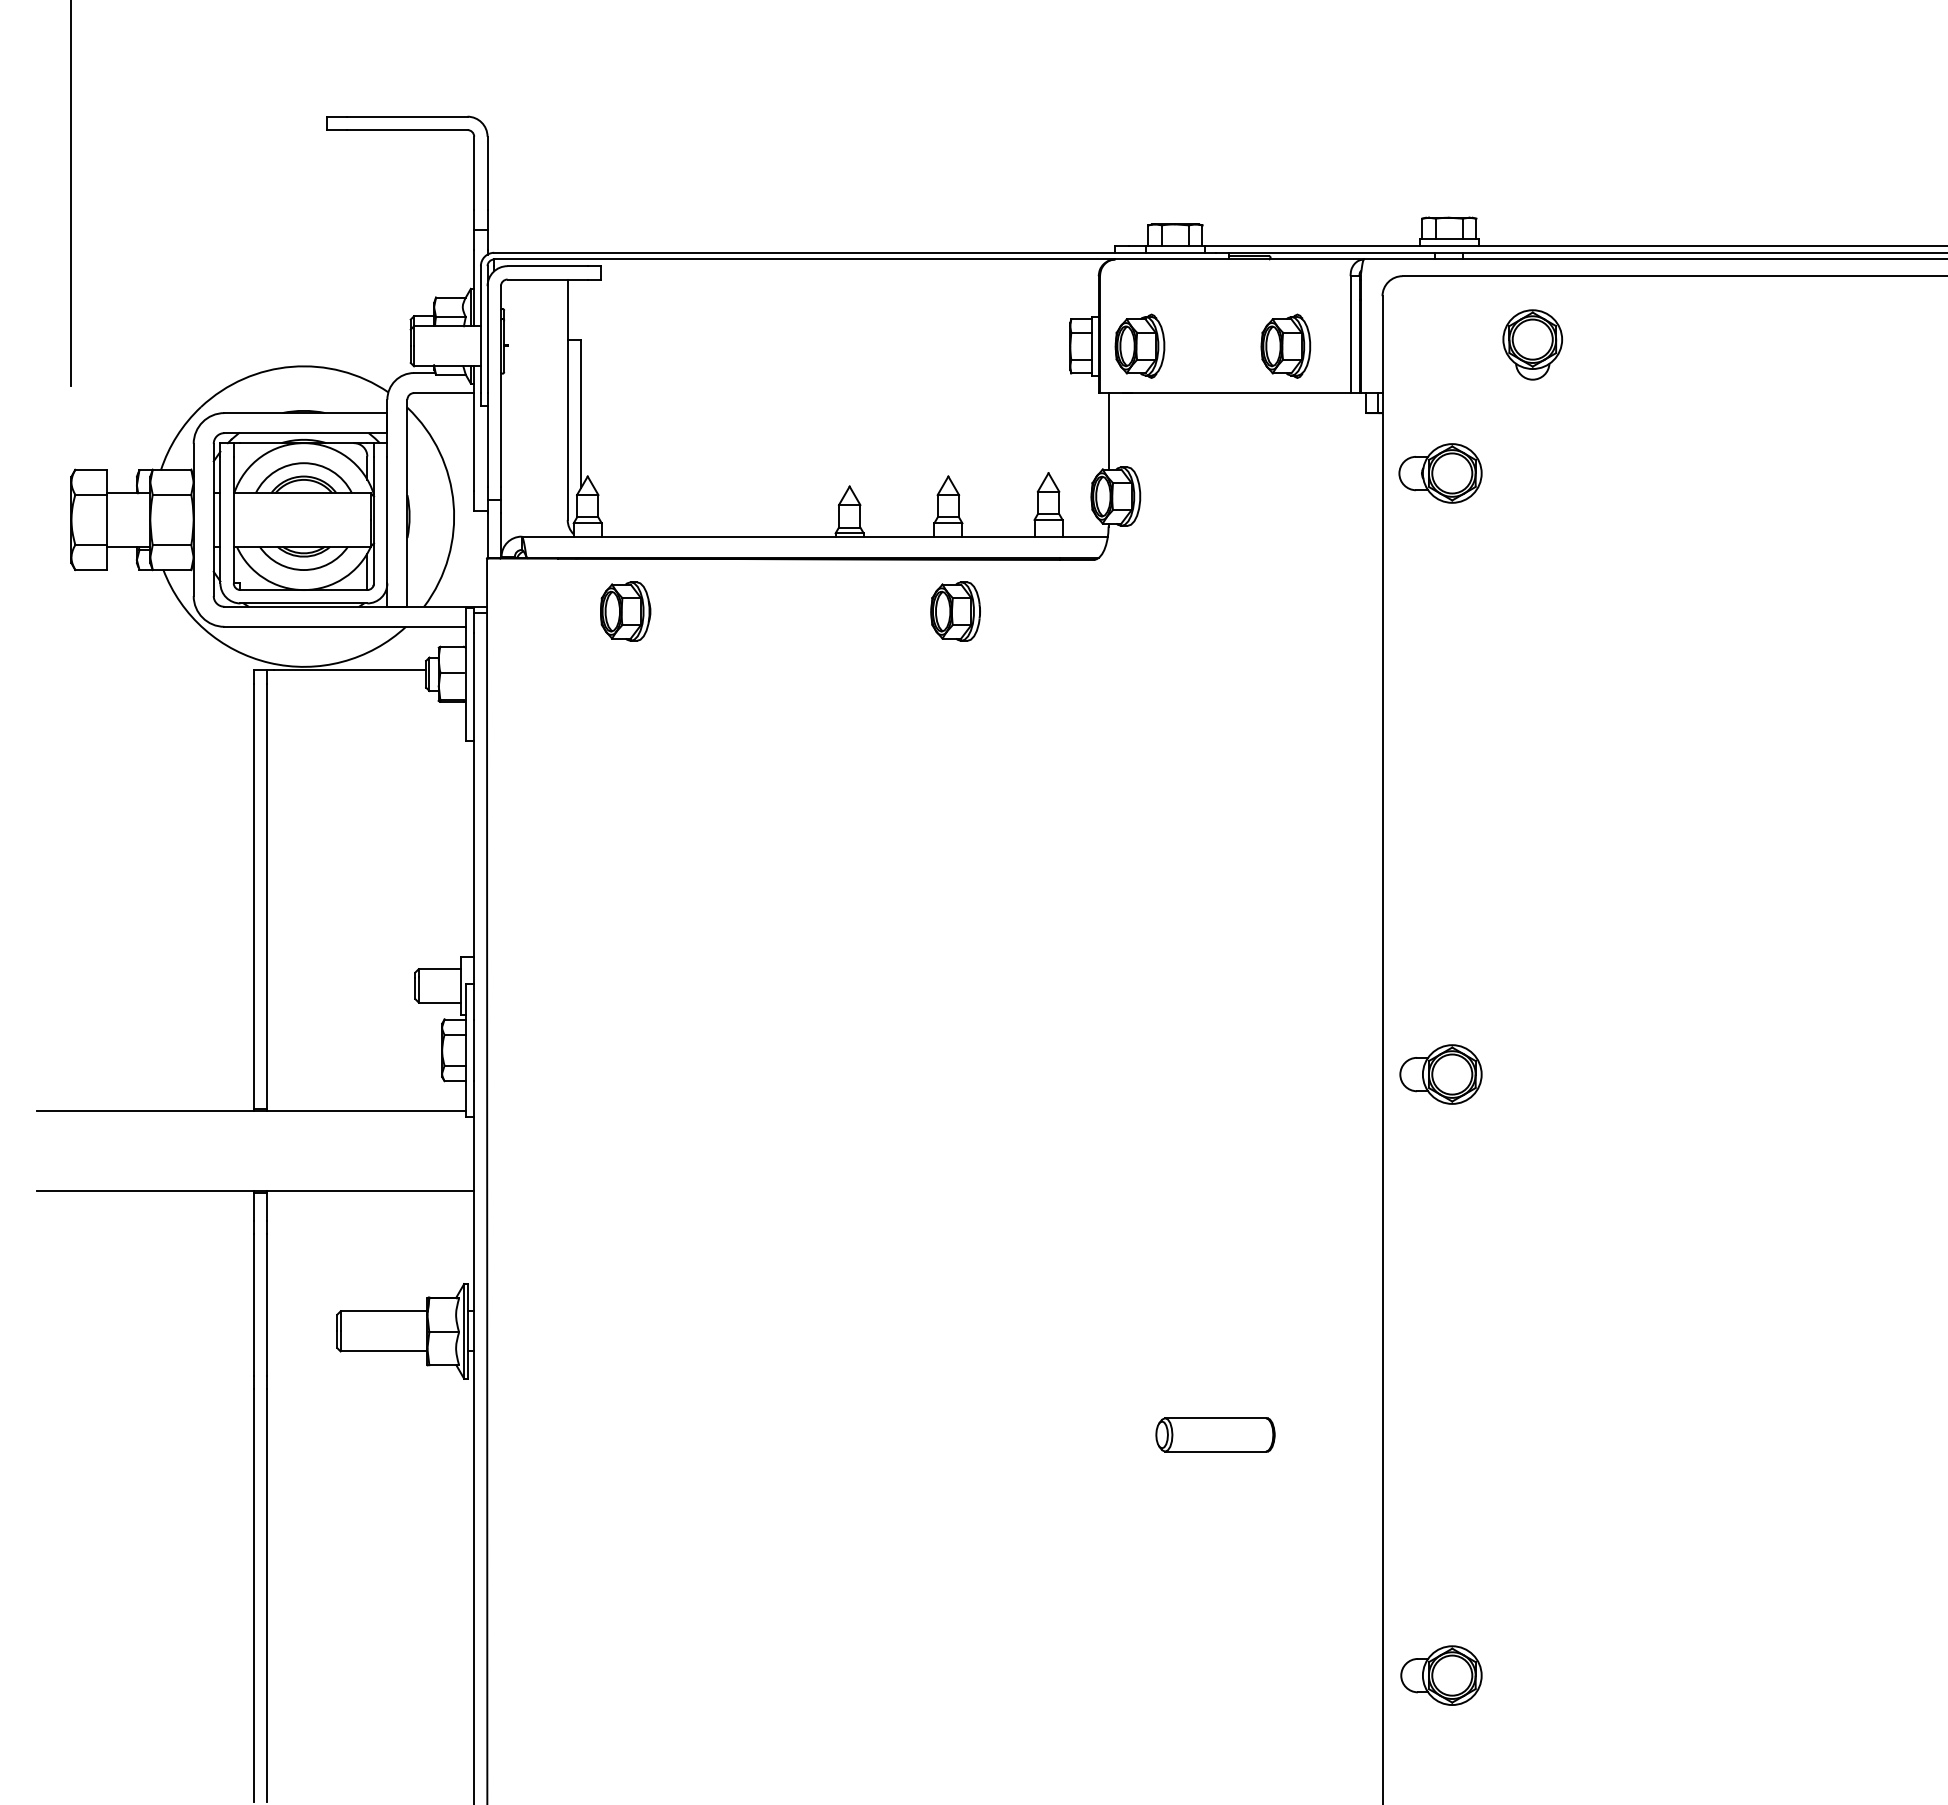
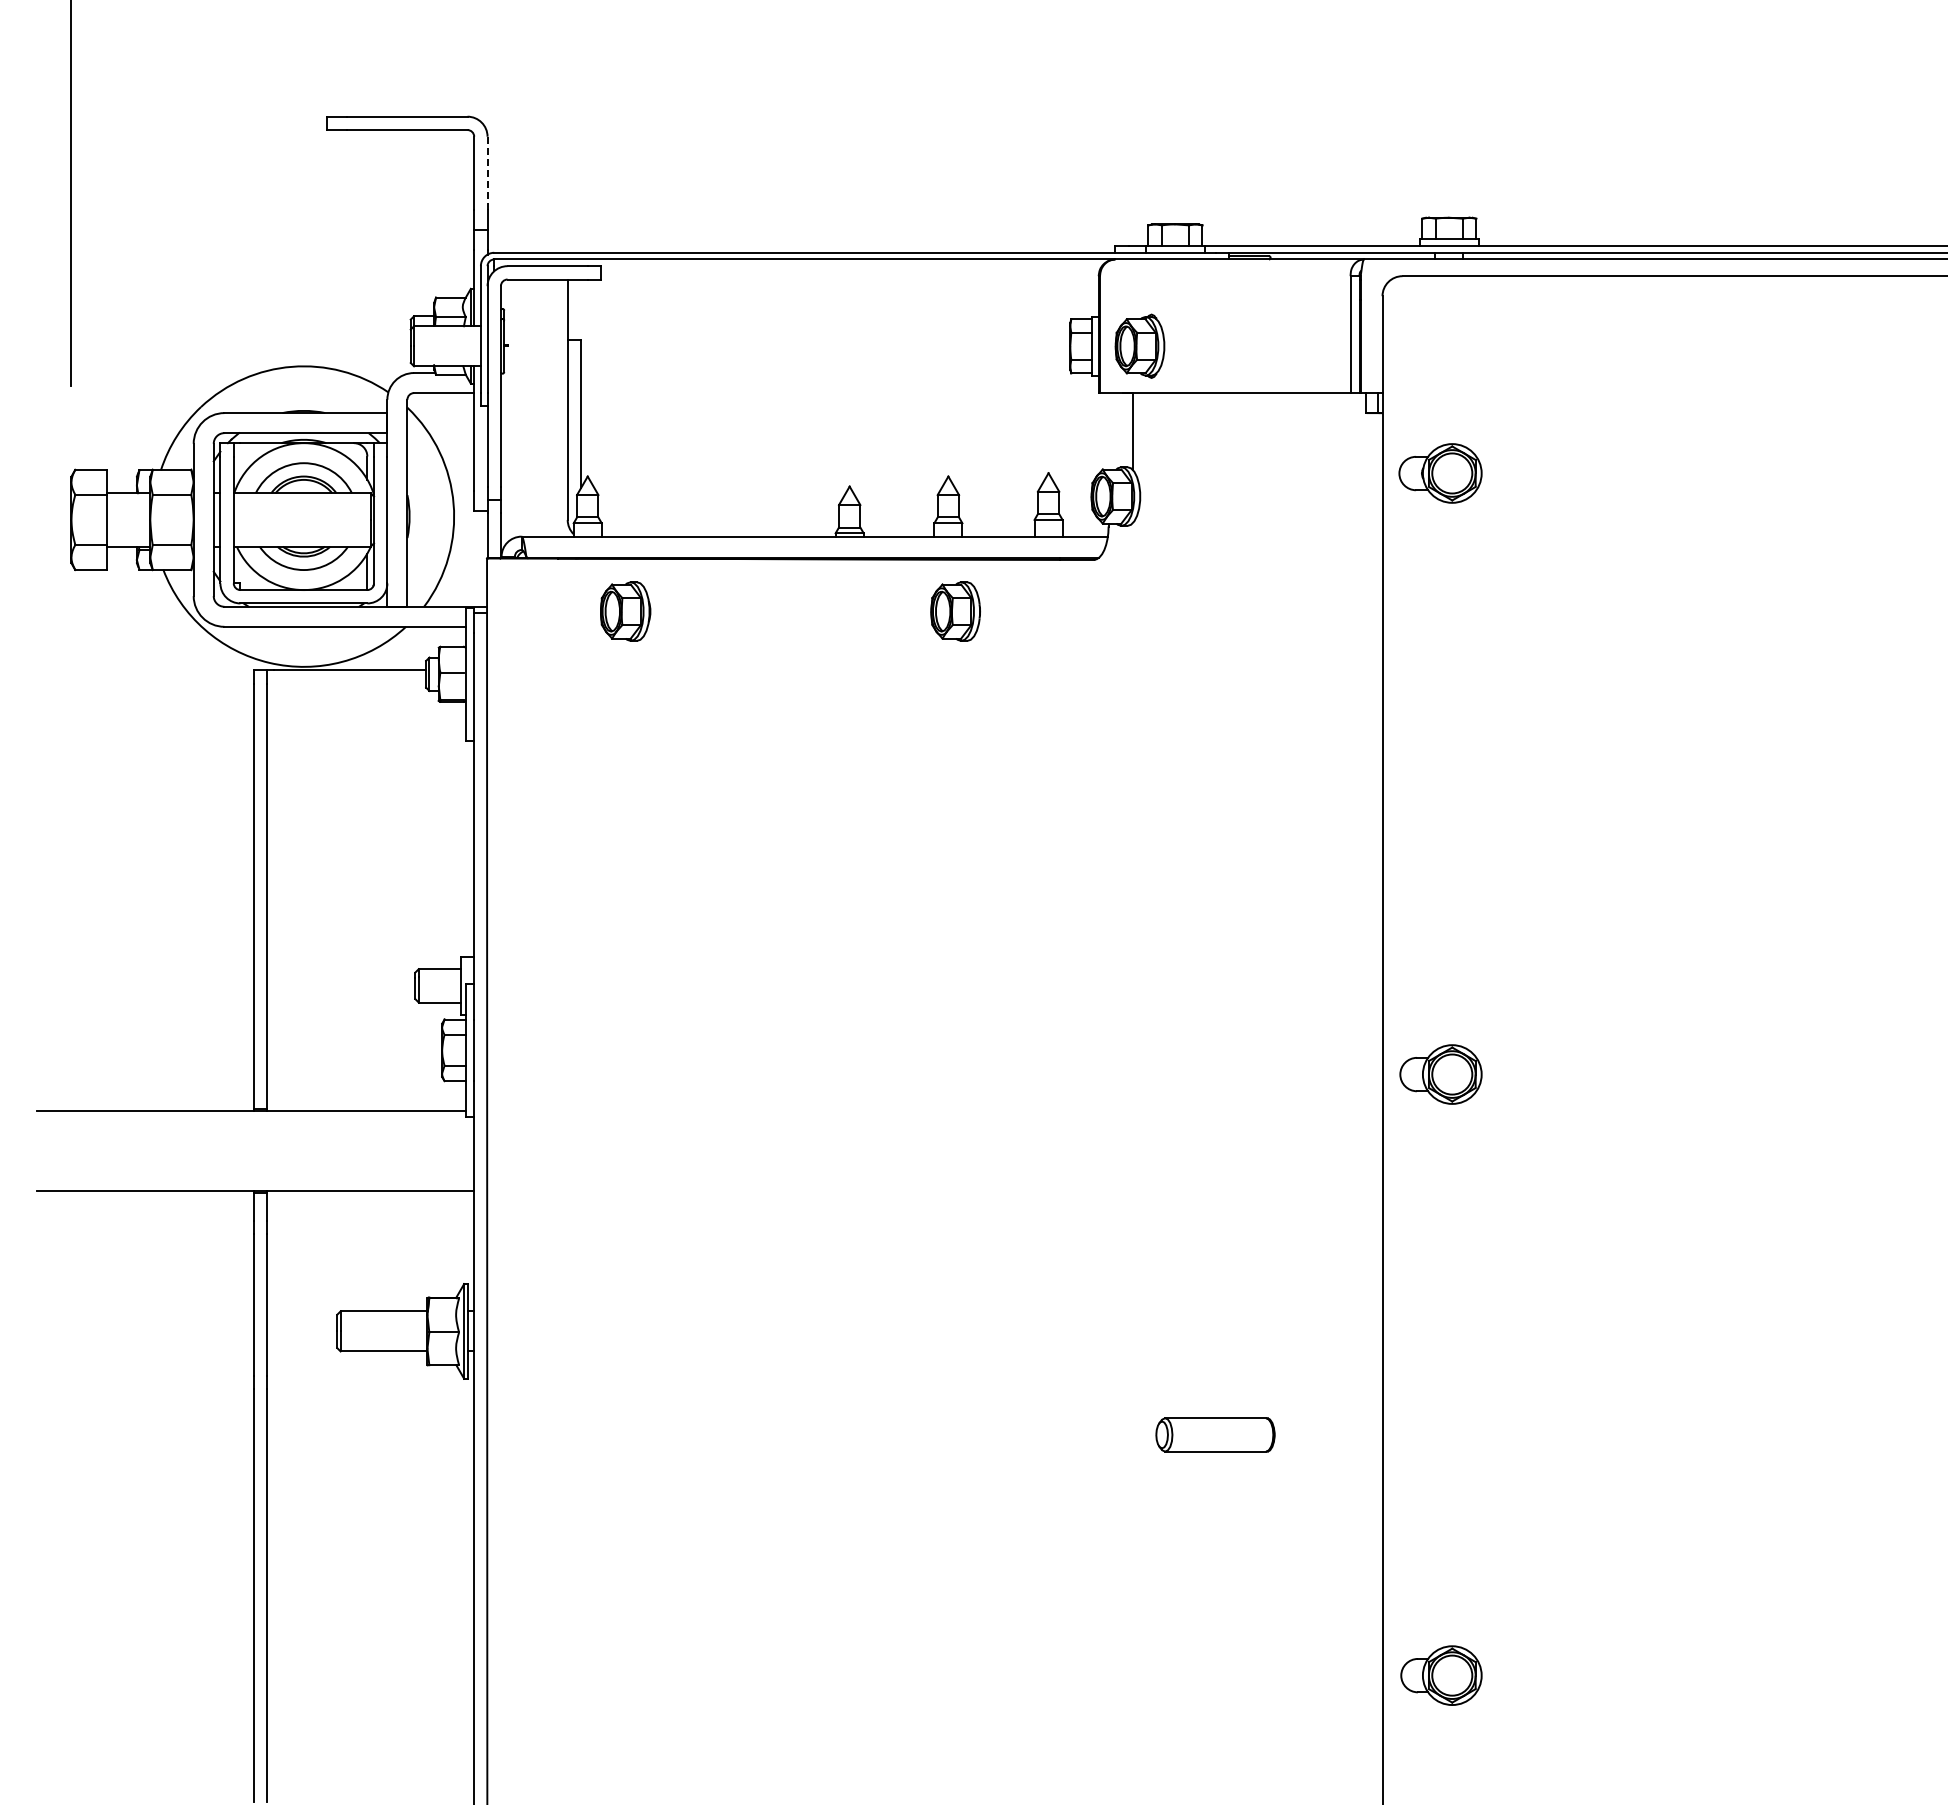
line at (487, 173): solid -> dashed
part at (1532, 344): present -> none
part at (1285, 345): present -> none
line at (1108, 431) position: (1108, 431) -> (1132, 431)
